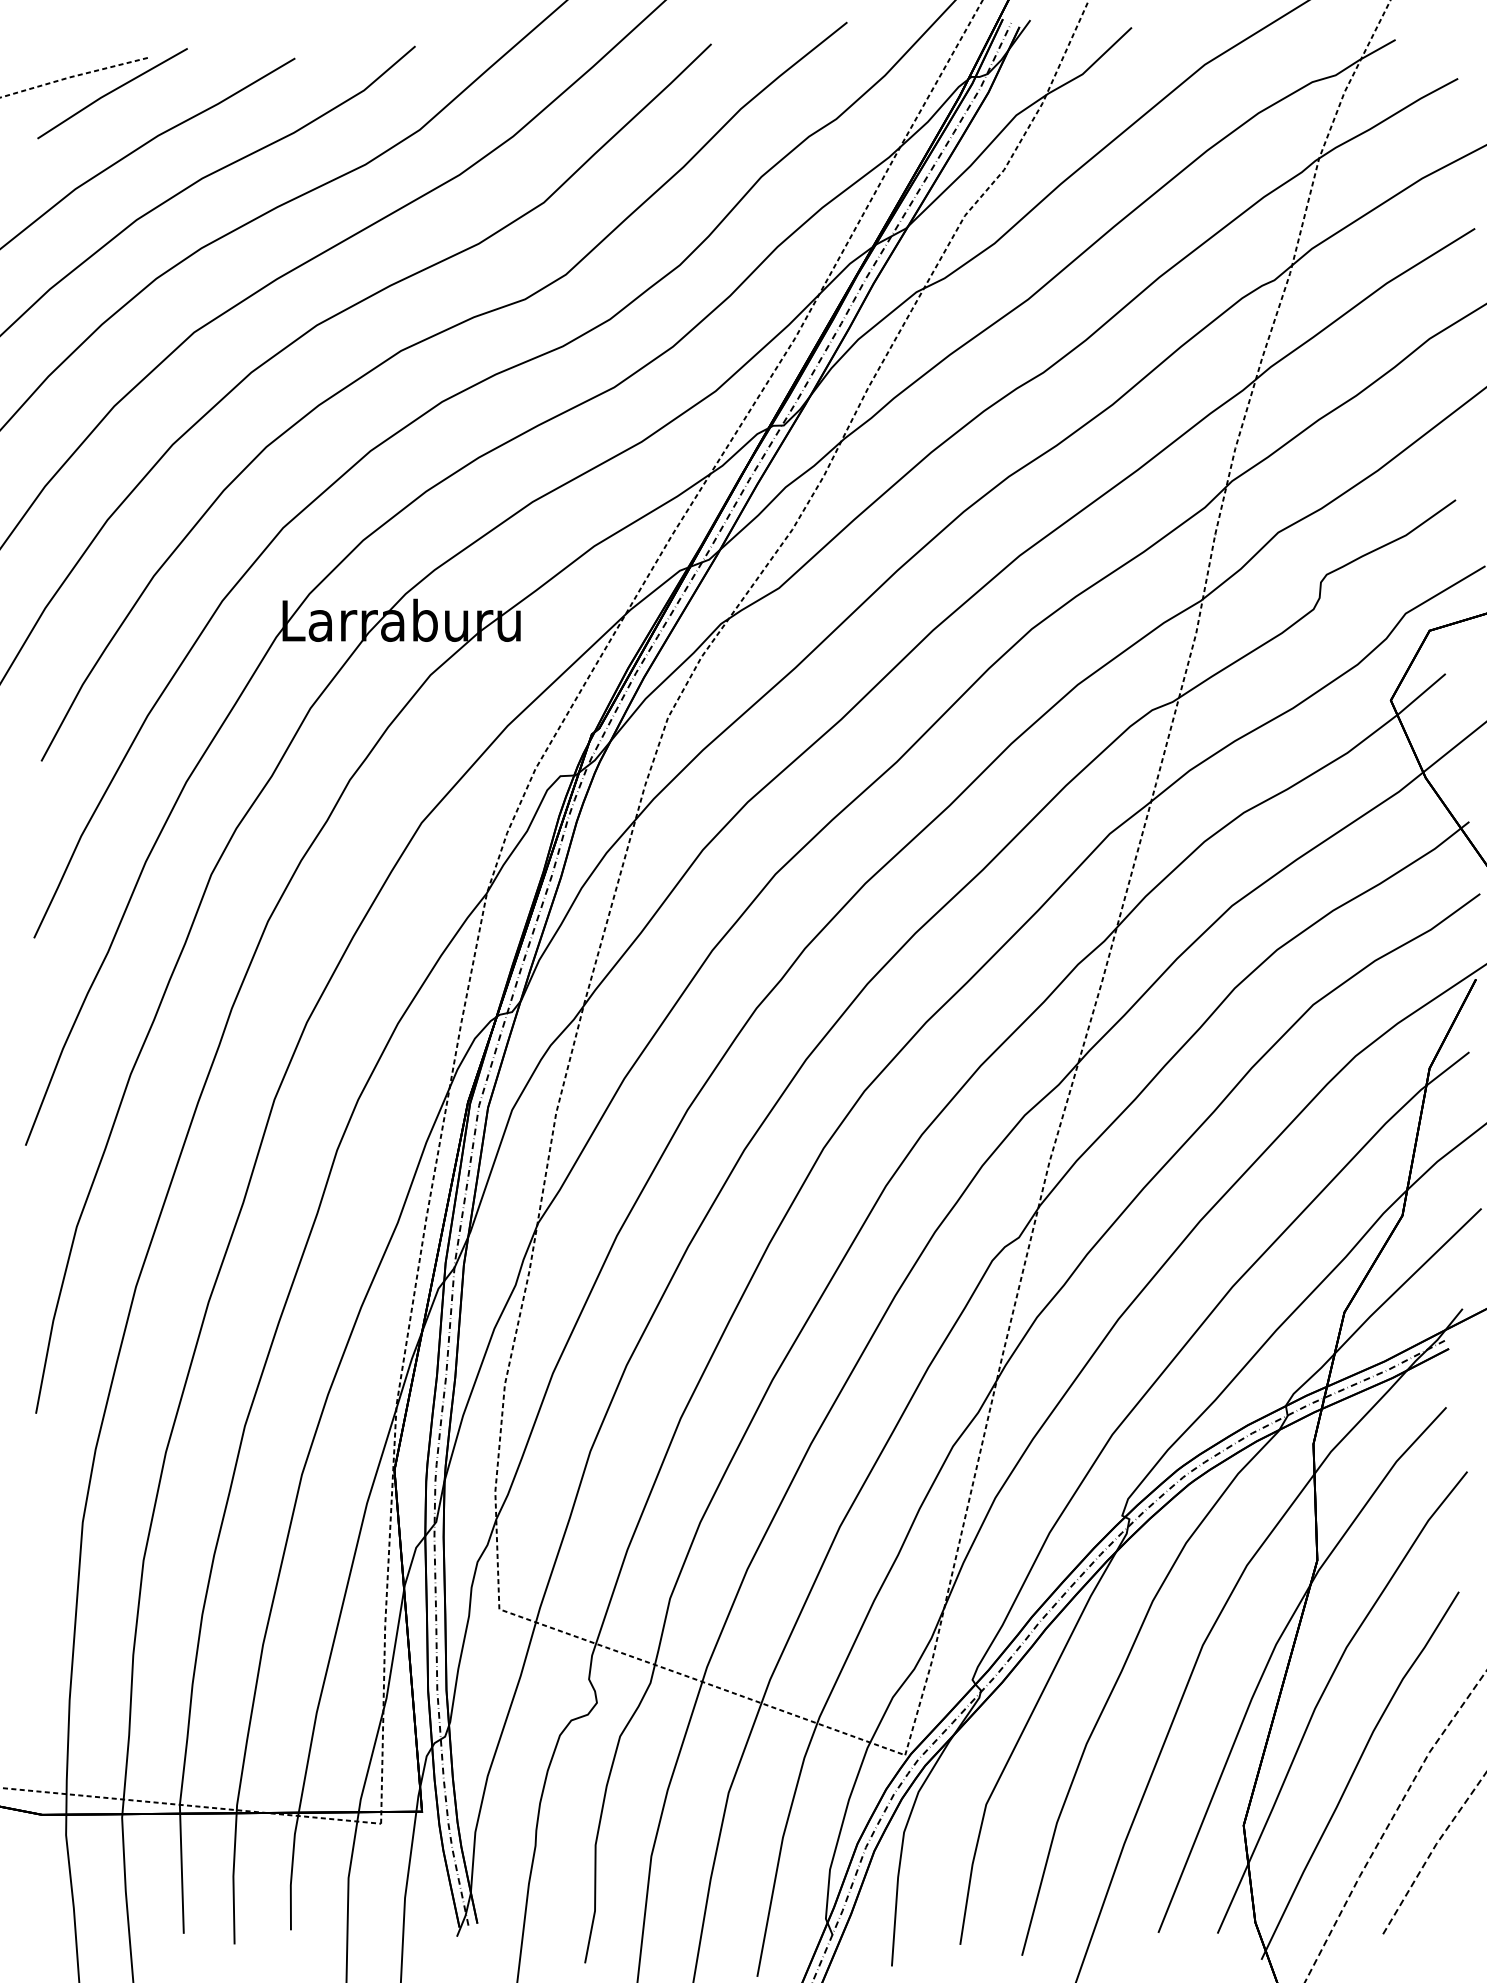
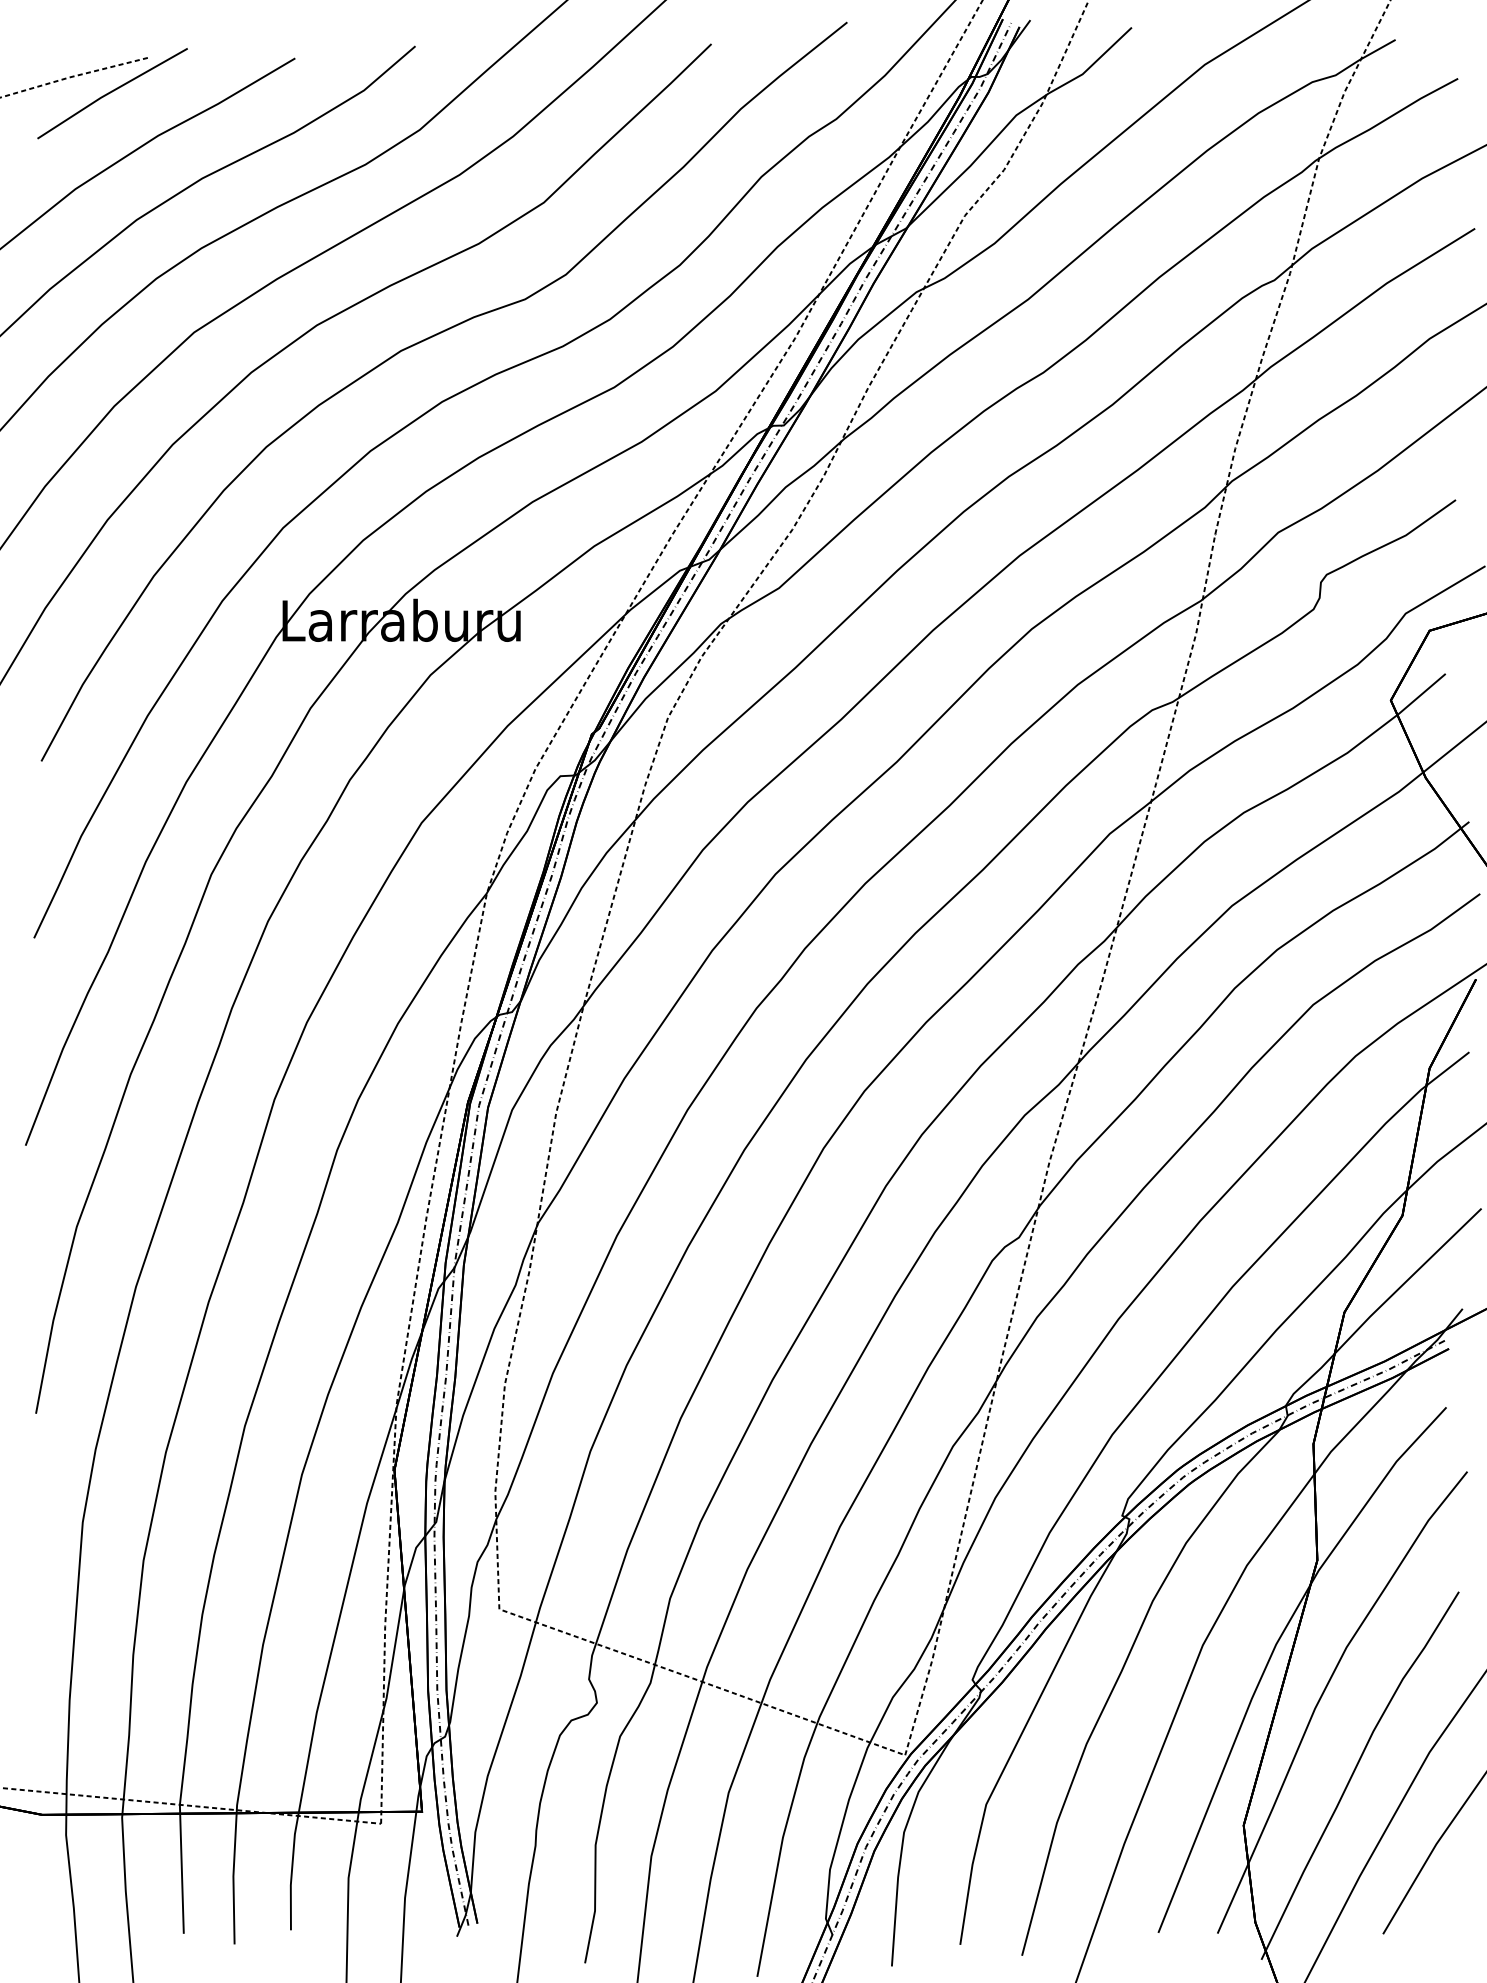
line at (1389, 1822): dashed -> solid
line at (1432, 1850): dashed -> solid
